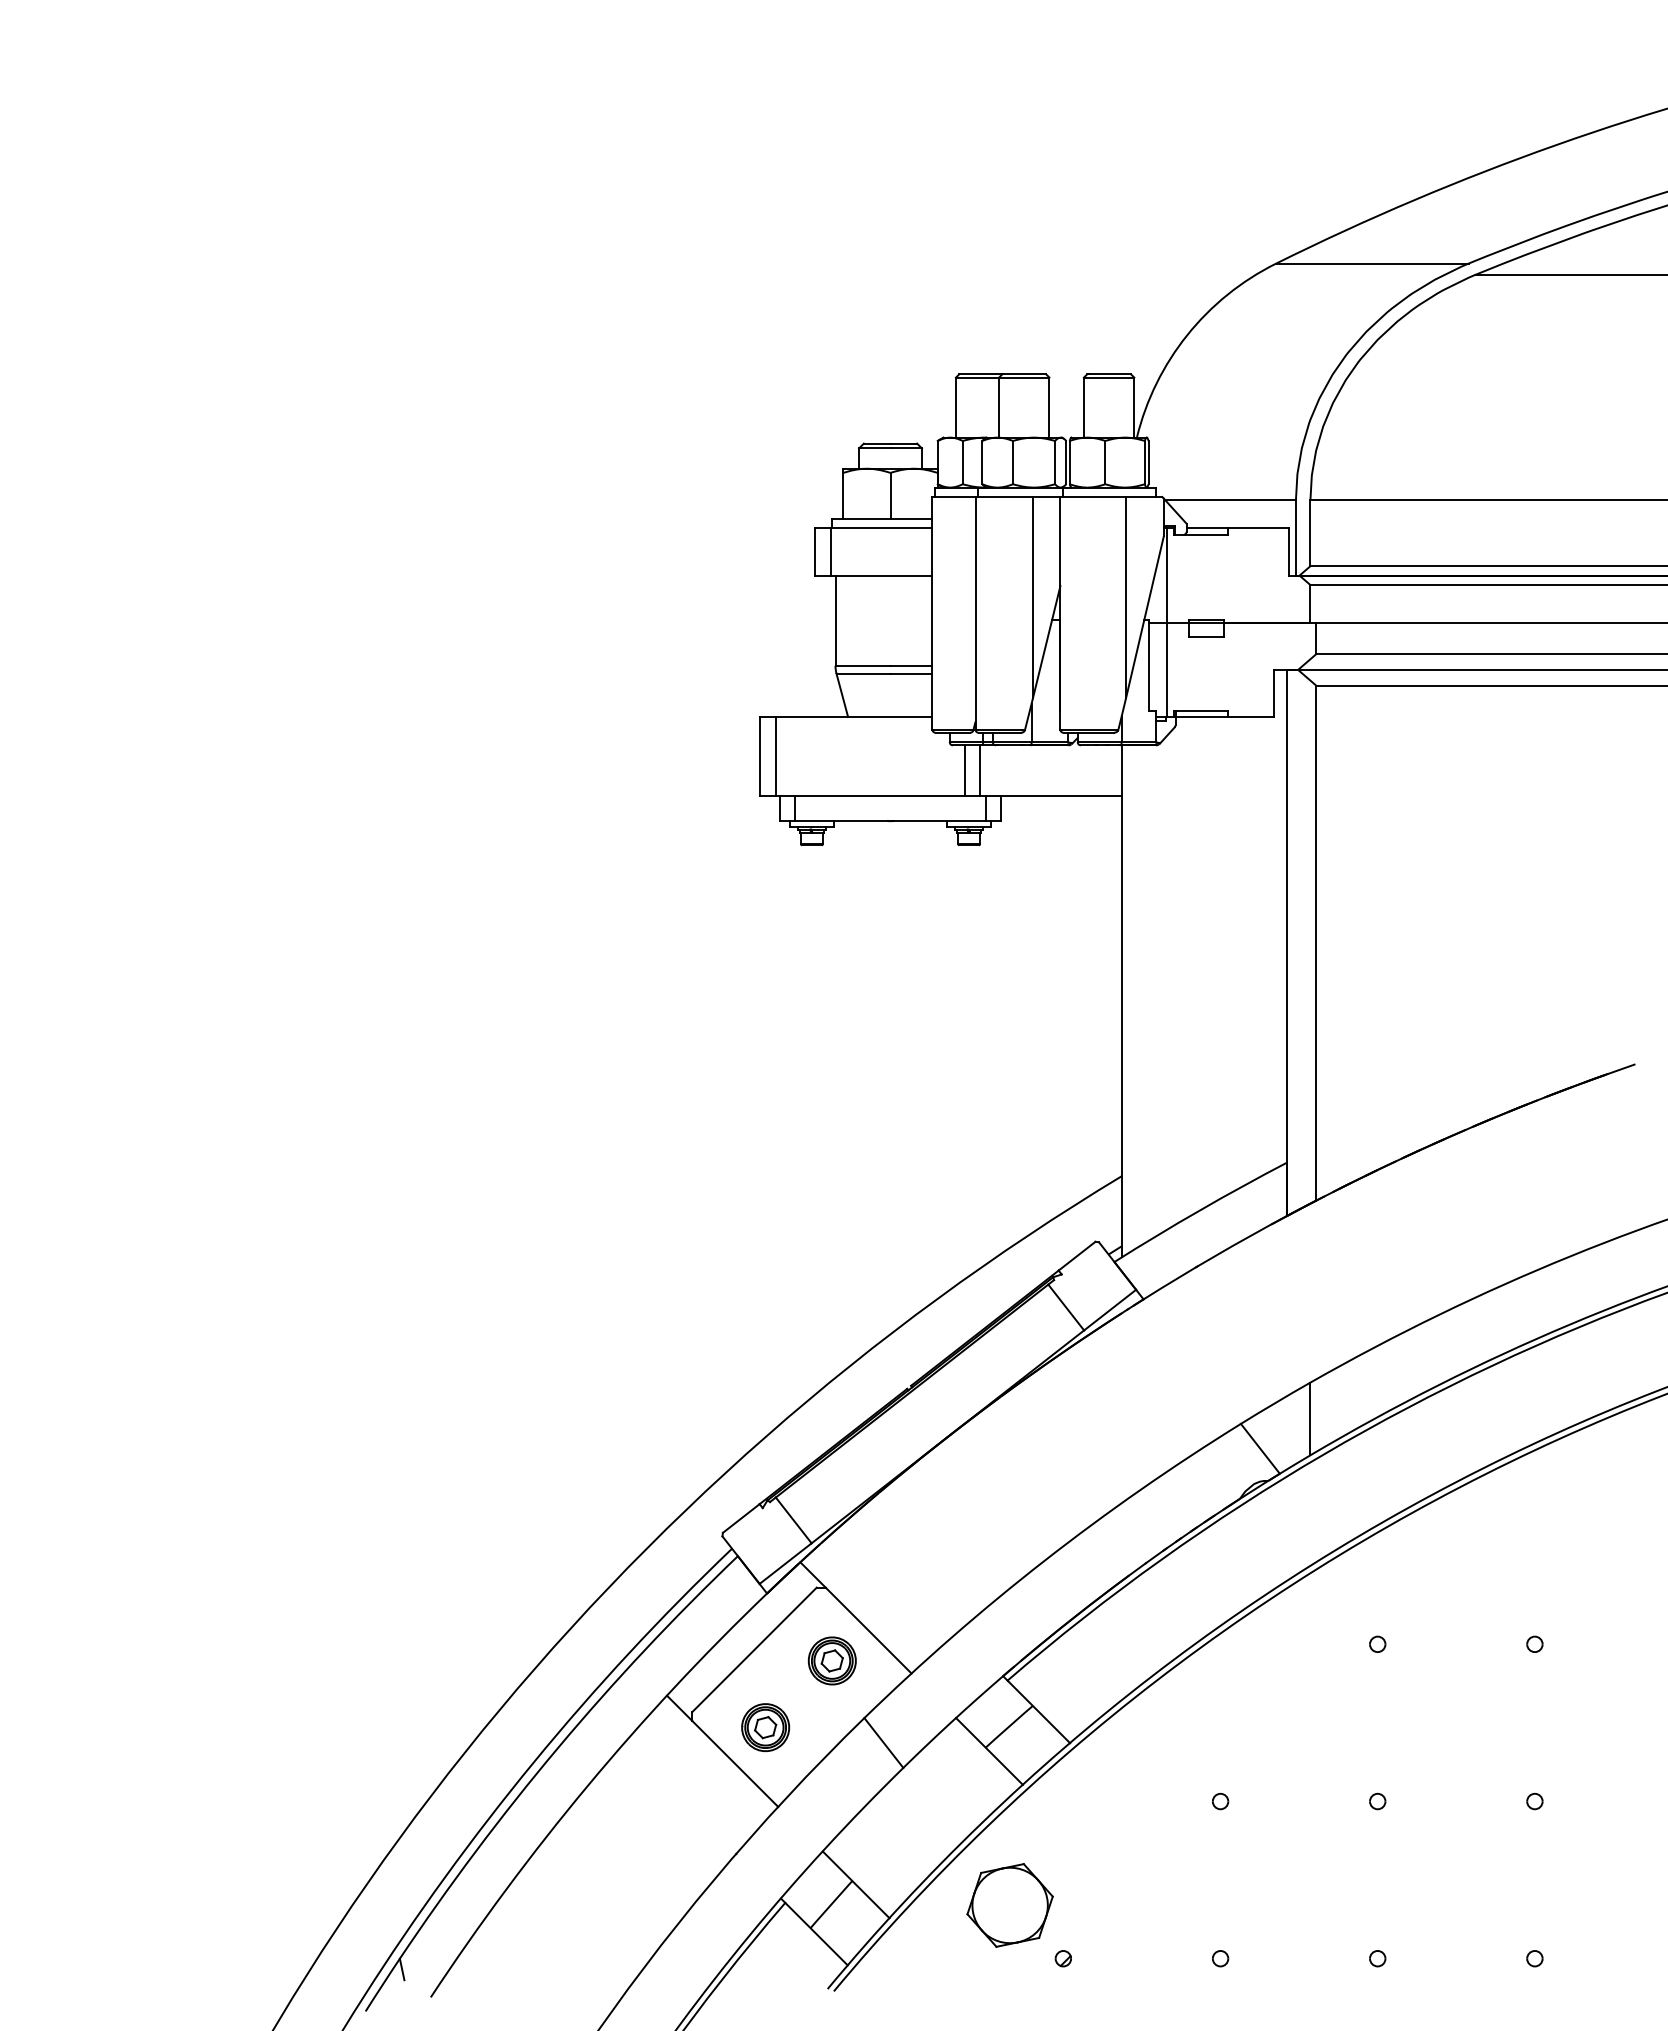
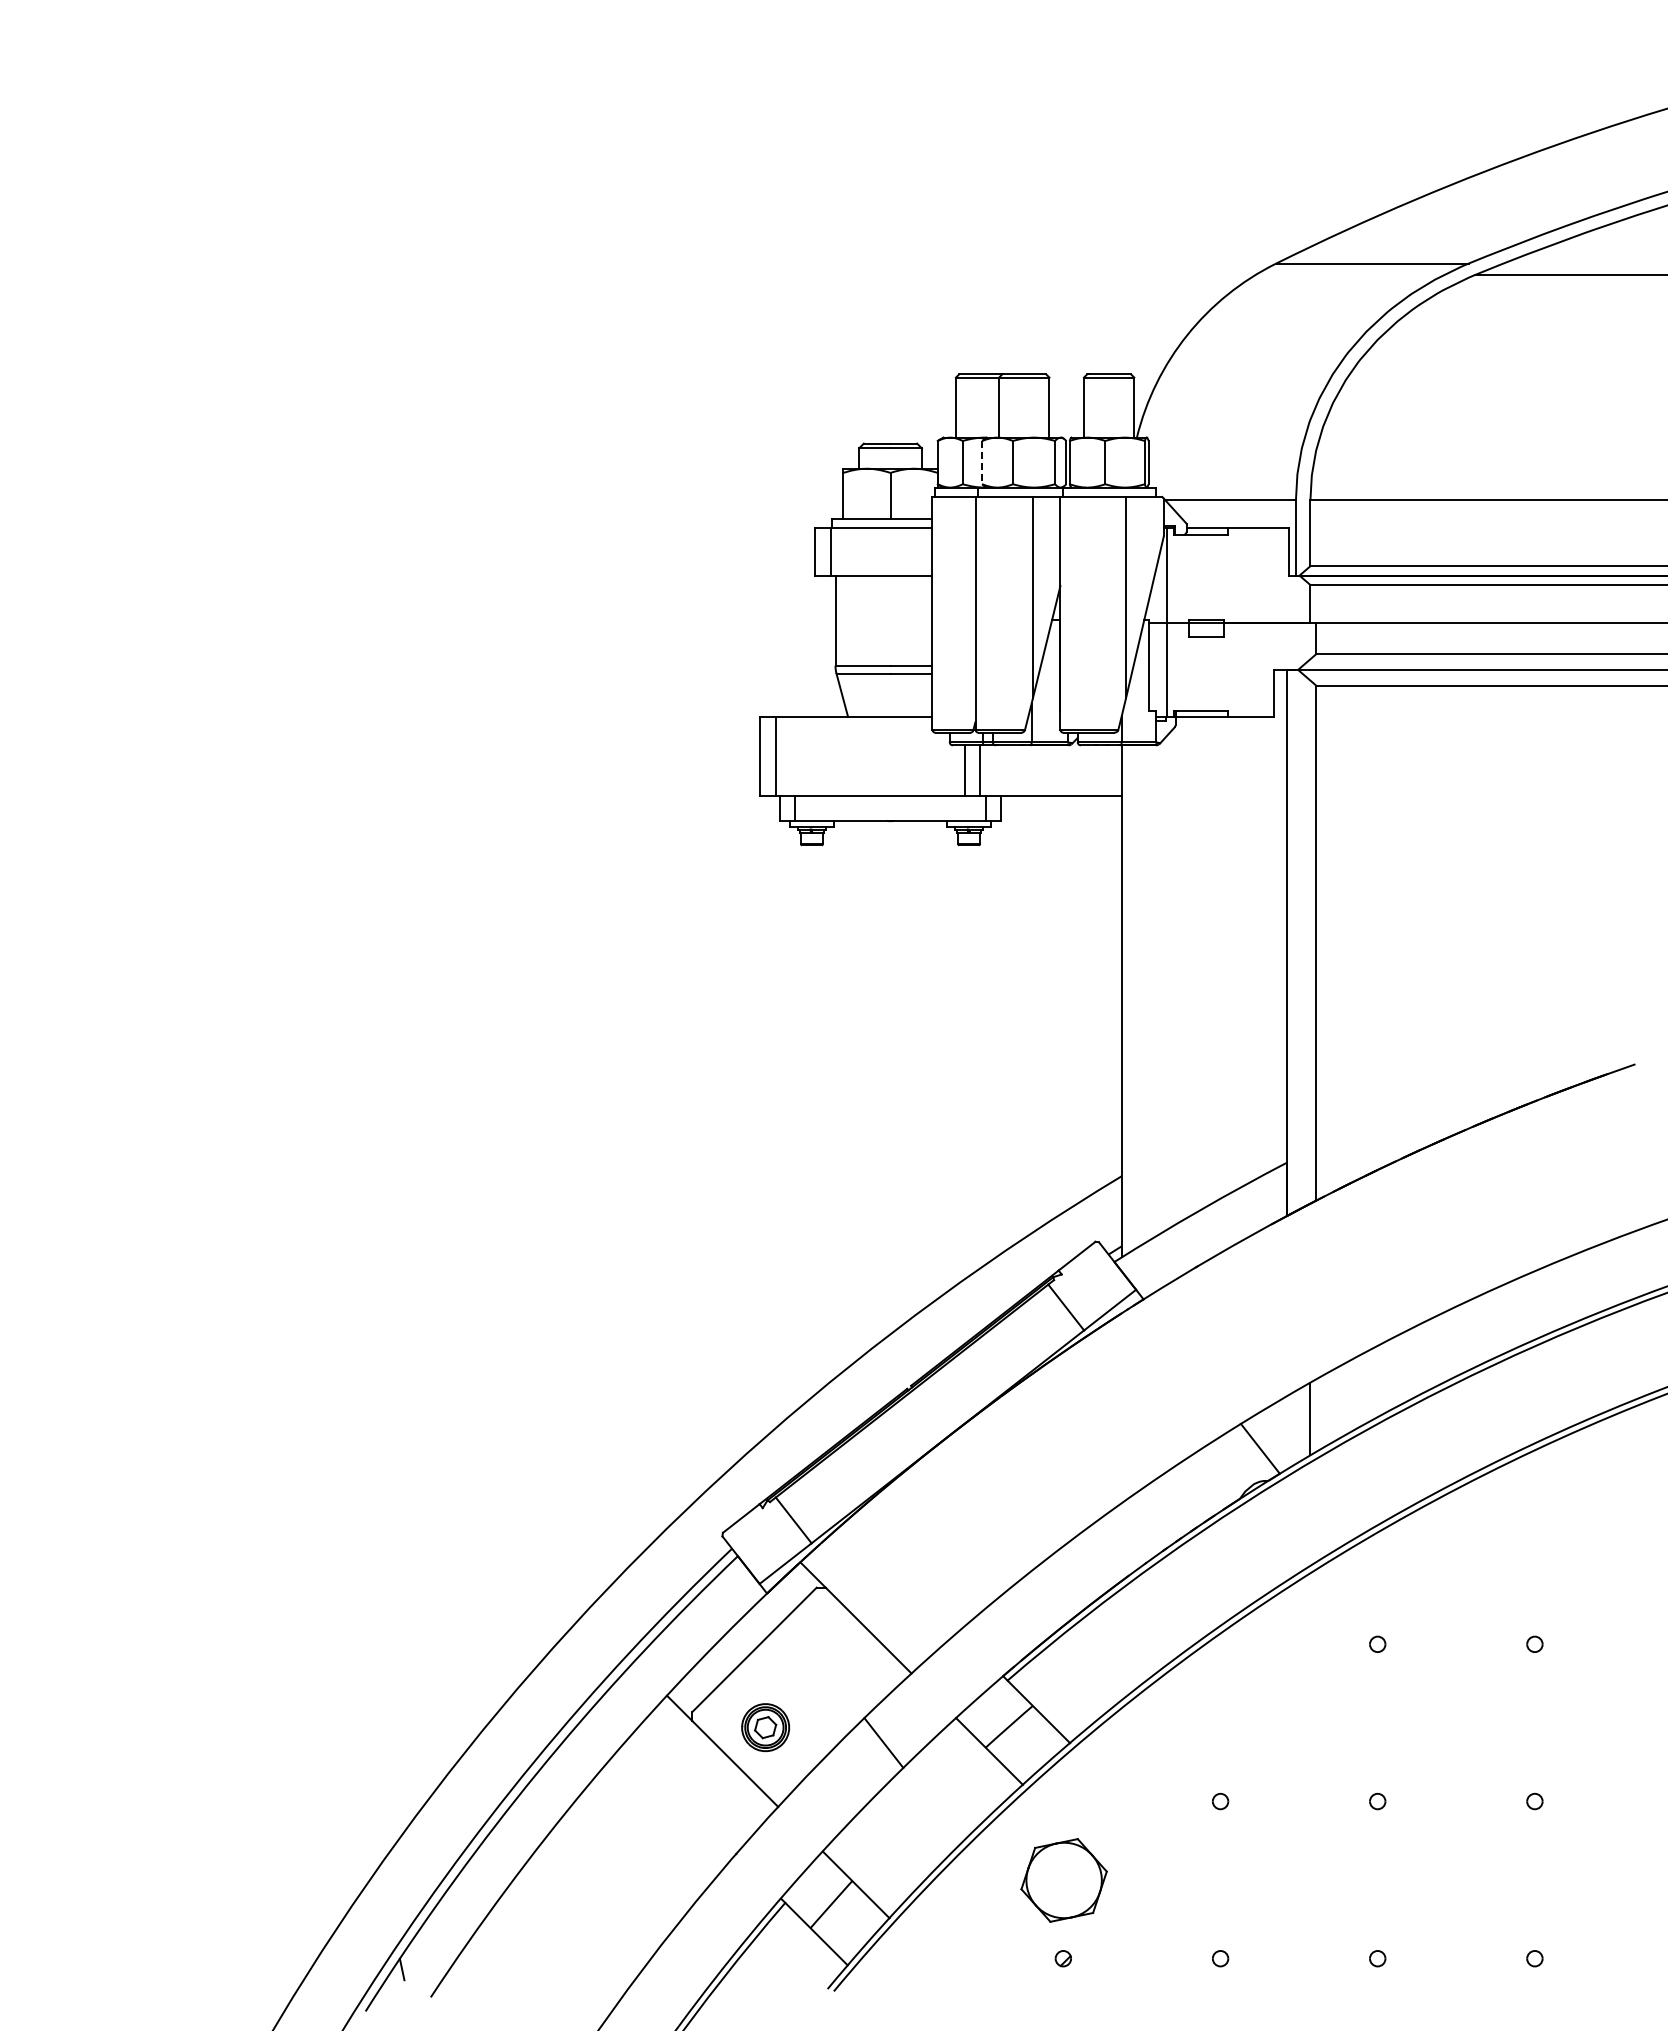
line at (982, 462): solid -> dashed
part at (831, 1660): present -> none
part at (1009, 1905) position: (1009, 1905) -> (1063, 1880)
